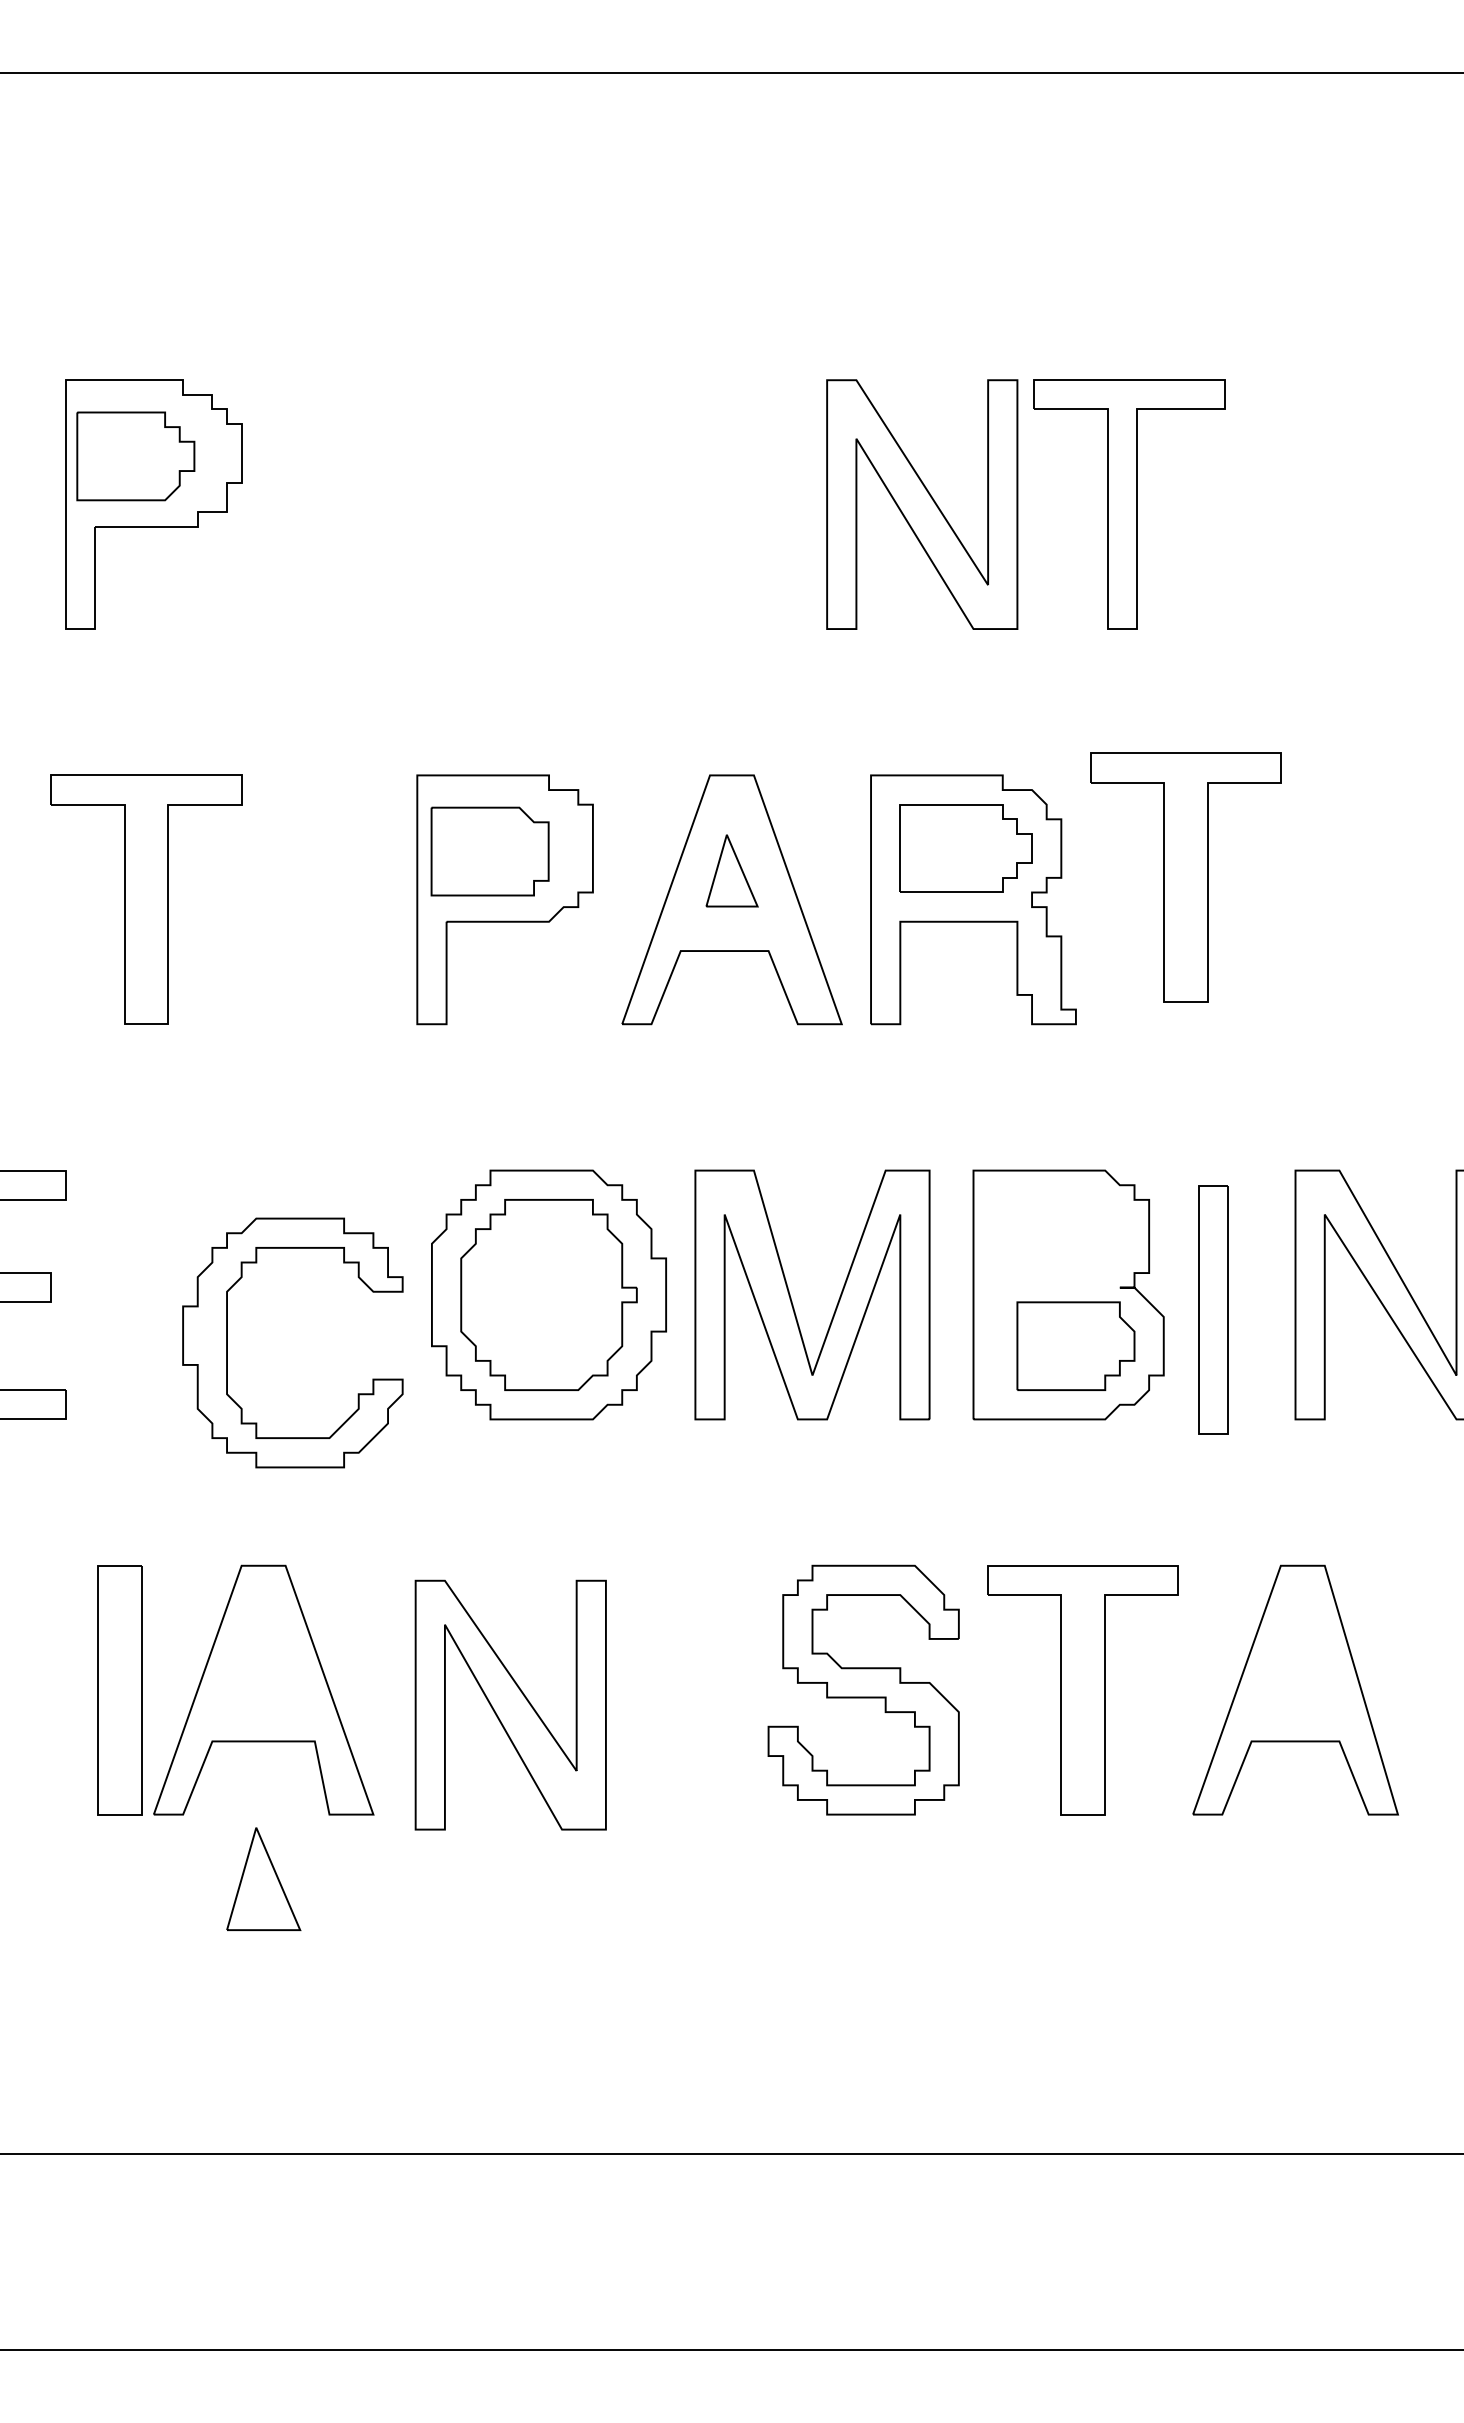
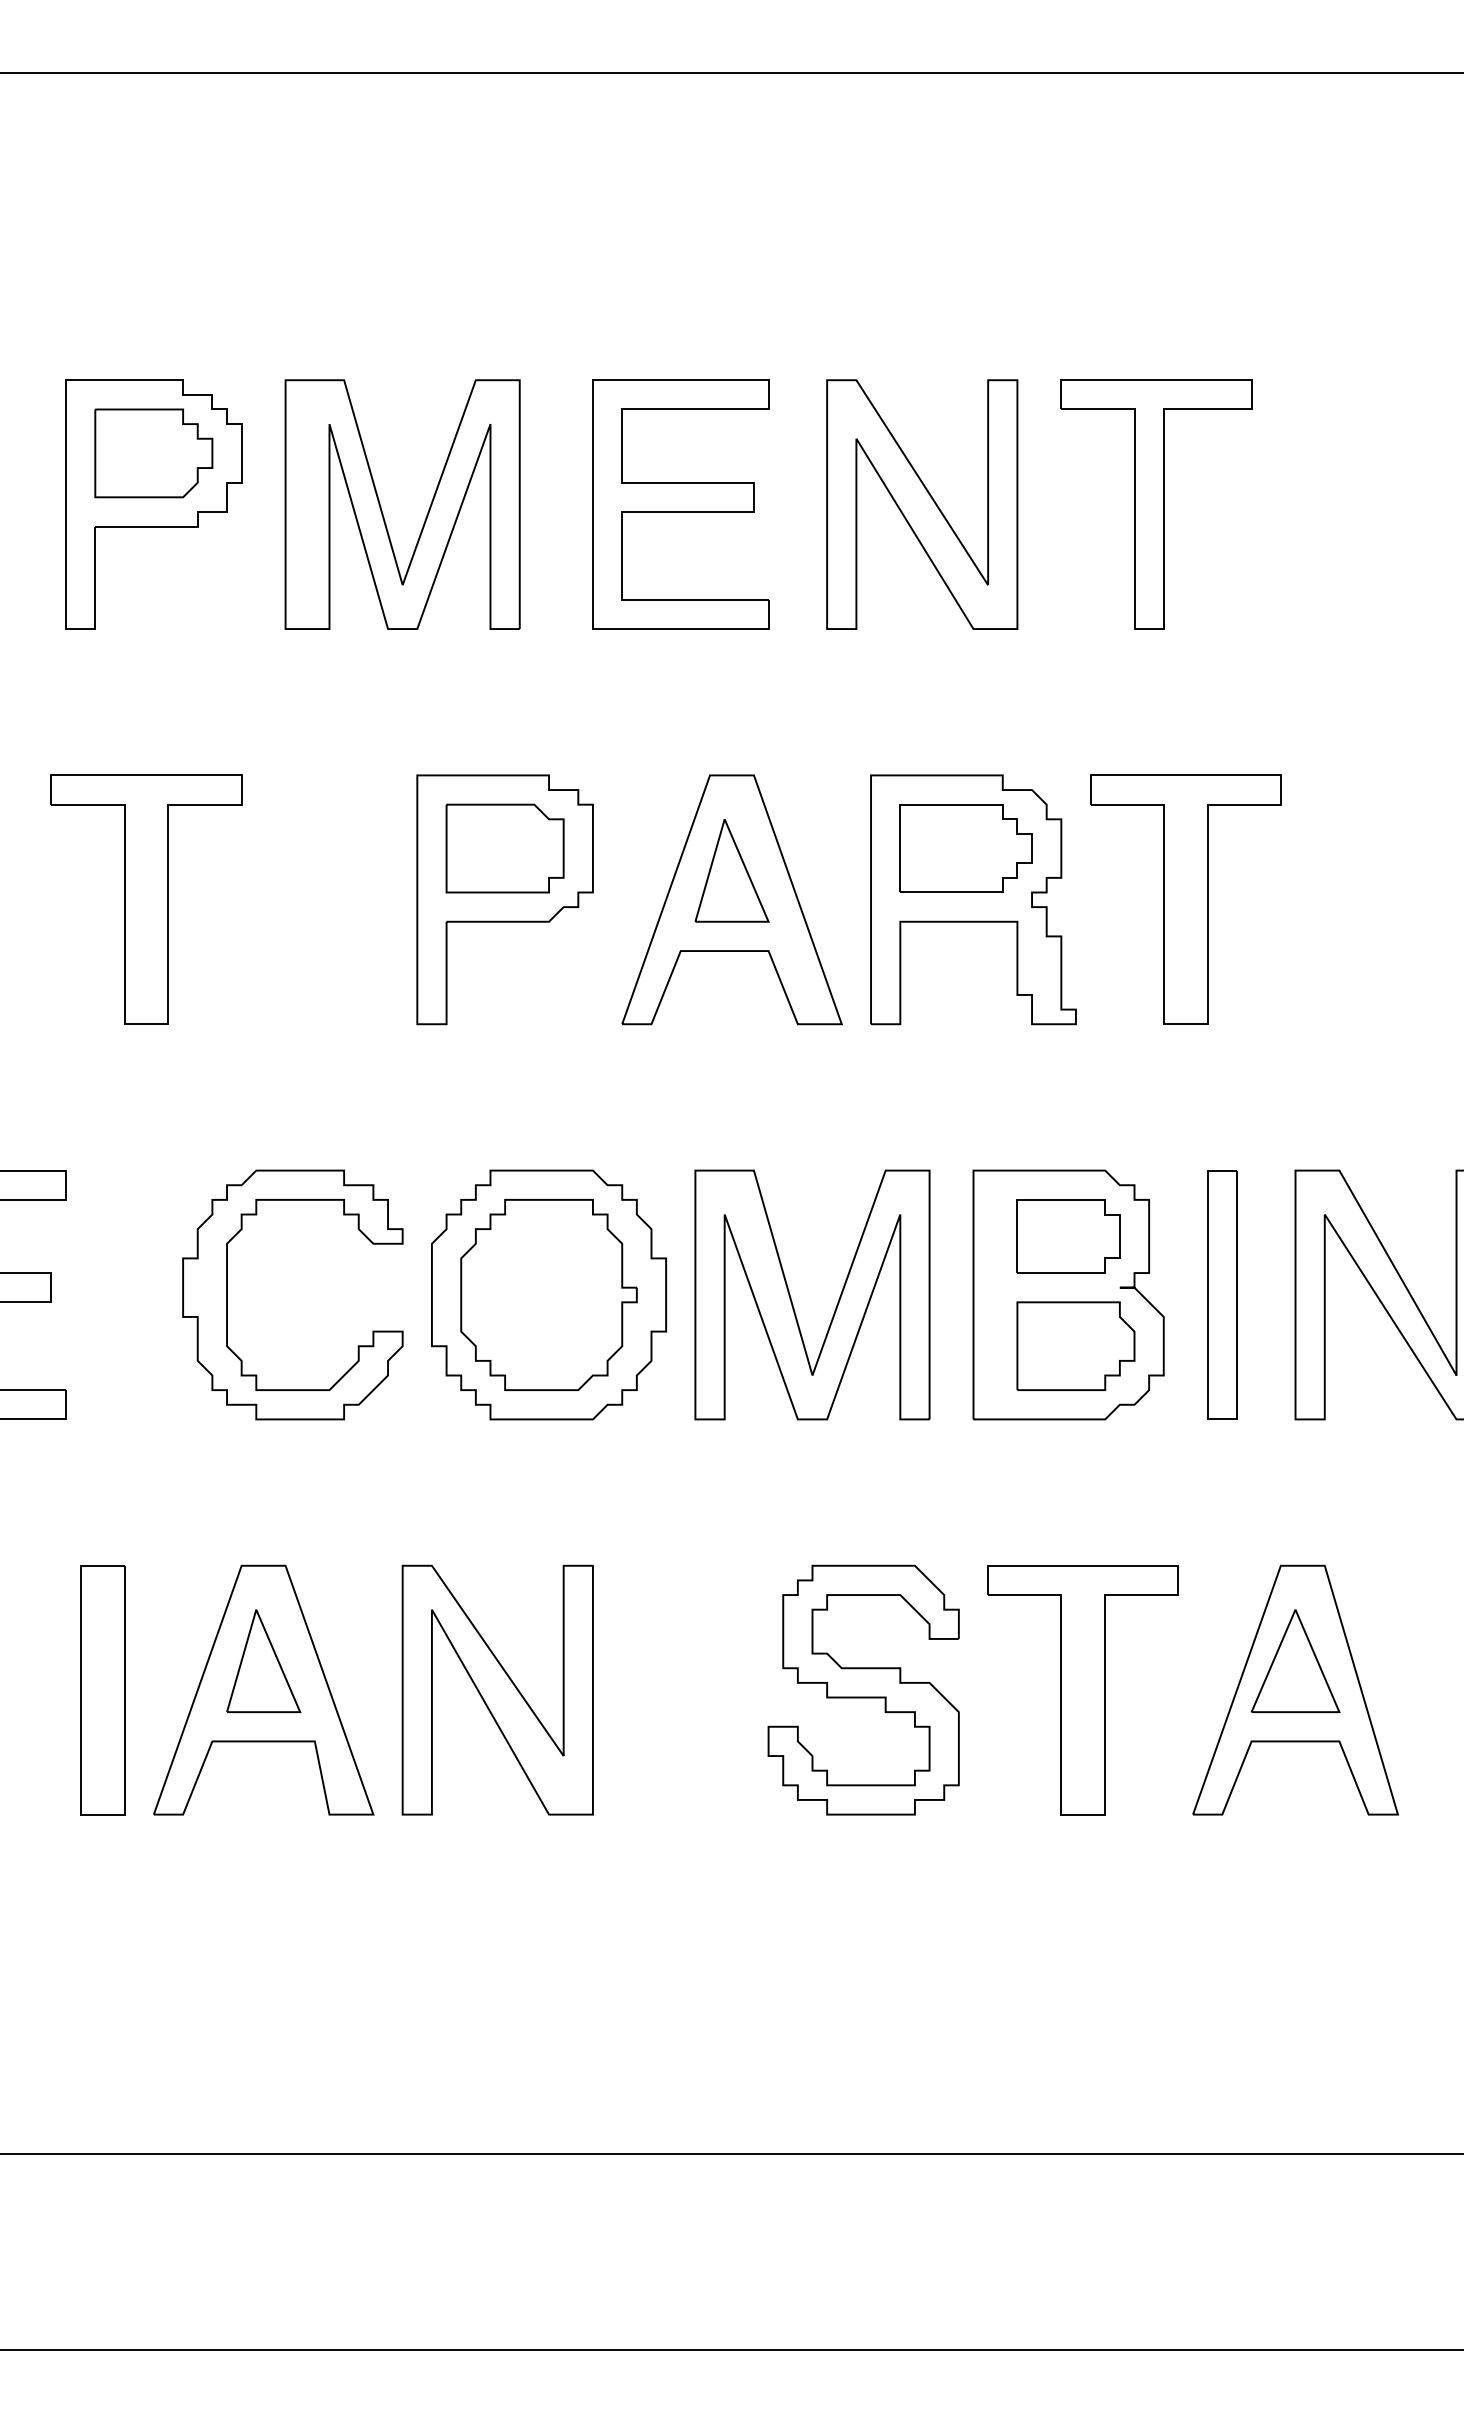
part at (135, 456) position: (135, 456) -> (153, 453)
part at (680, 504): none -> present
part at (1129, 504) position: (1129, 504) -> (1156, 504)
part at (382, 510): none -> present
part at (489, 851) position: (489, 851) -> (504, 848)
part at (731, 870) size: 54x74 px -> 76x104 px
part at (1185, 877) position: (1185, 877) -> (1185, 899)
part at (1068, 1236): none -> present
part at (1213, 1309) position: (1213, 1309) -> (1222, 1294)
part at (227, 1342) position: (227, 1342) -> (227, 1294)
part at (1295, 1660): none -> present
part at (119, 1690) position: (119, 1690) -> (102, 1690)
part at (510, 1704) position: (510, 1704) -> (497, 1689)
part at (263, 1878) position: (263, 1878) -> (263, 1660)
